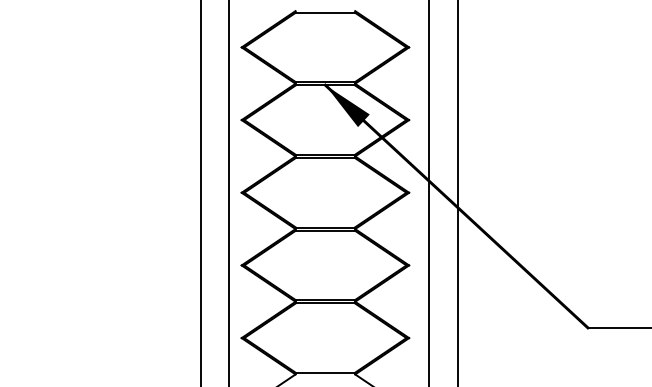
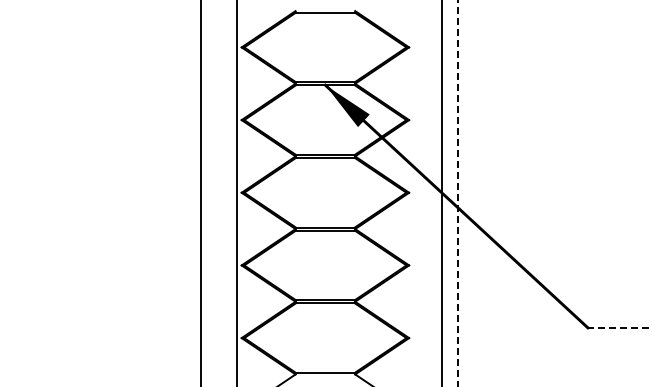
line at (229, 192) position: (229, 192) -> (237, 192)
line at (428, 192) position: (428, 192) -> (441, 192)
line at (457, 193): solid -> dashed
line at (619, 327): solid -> dashed
